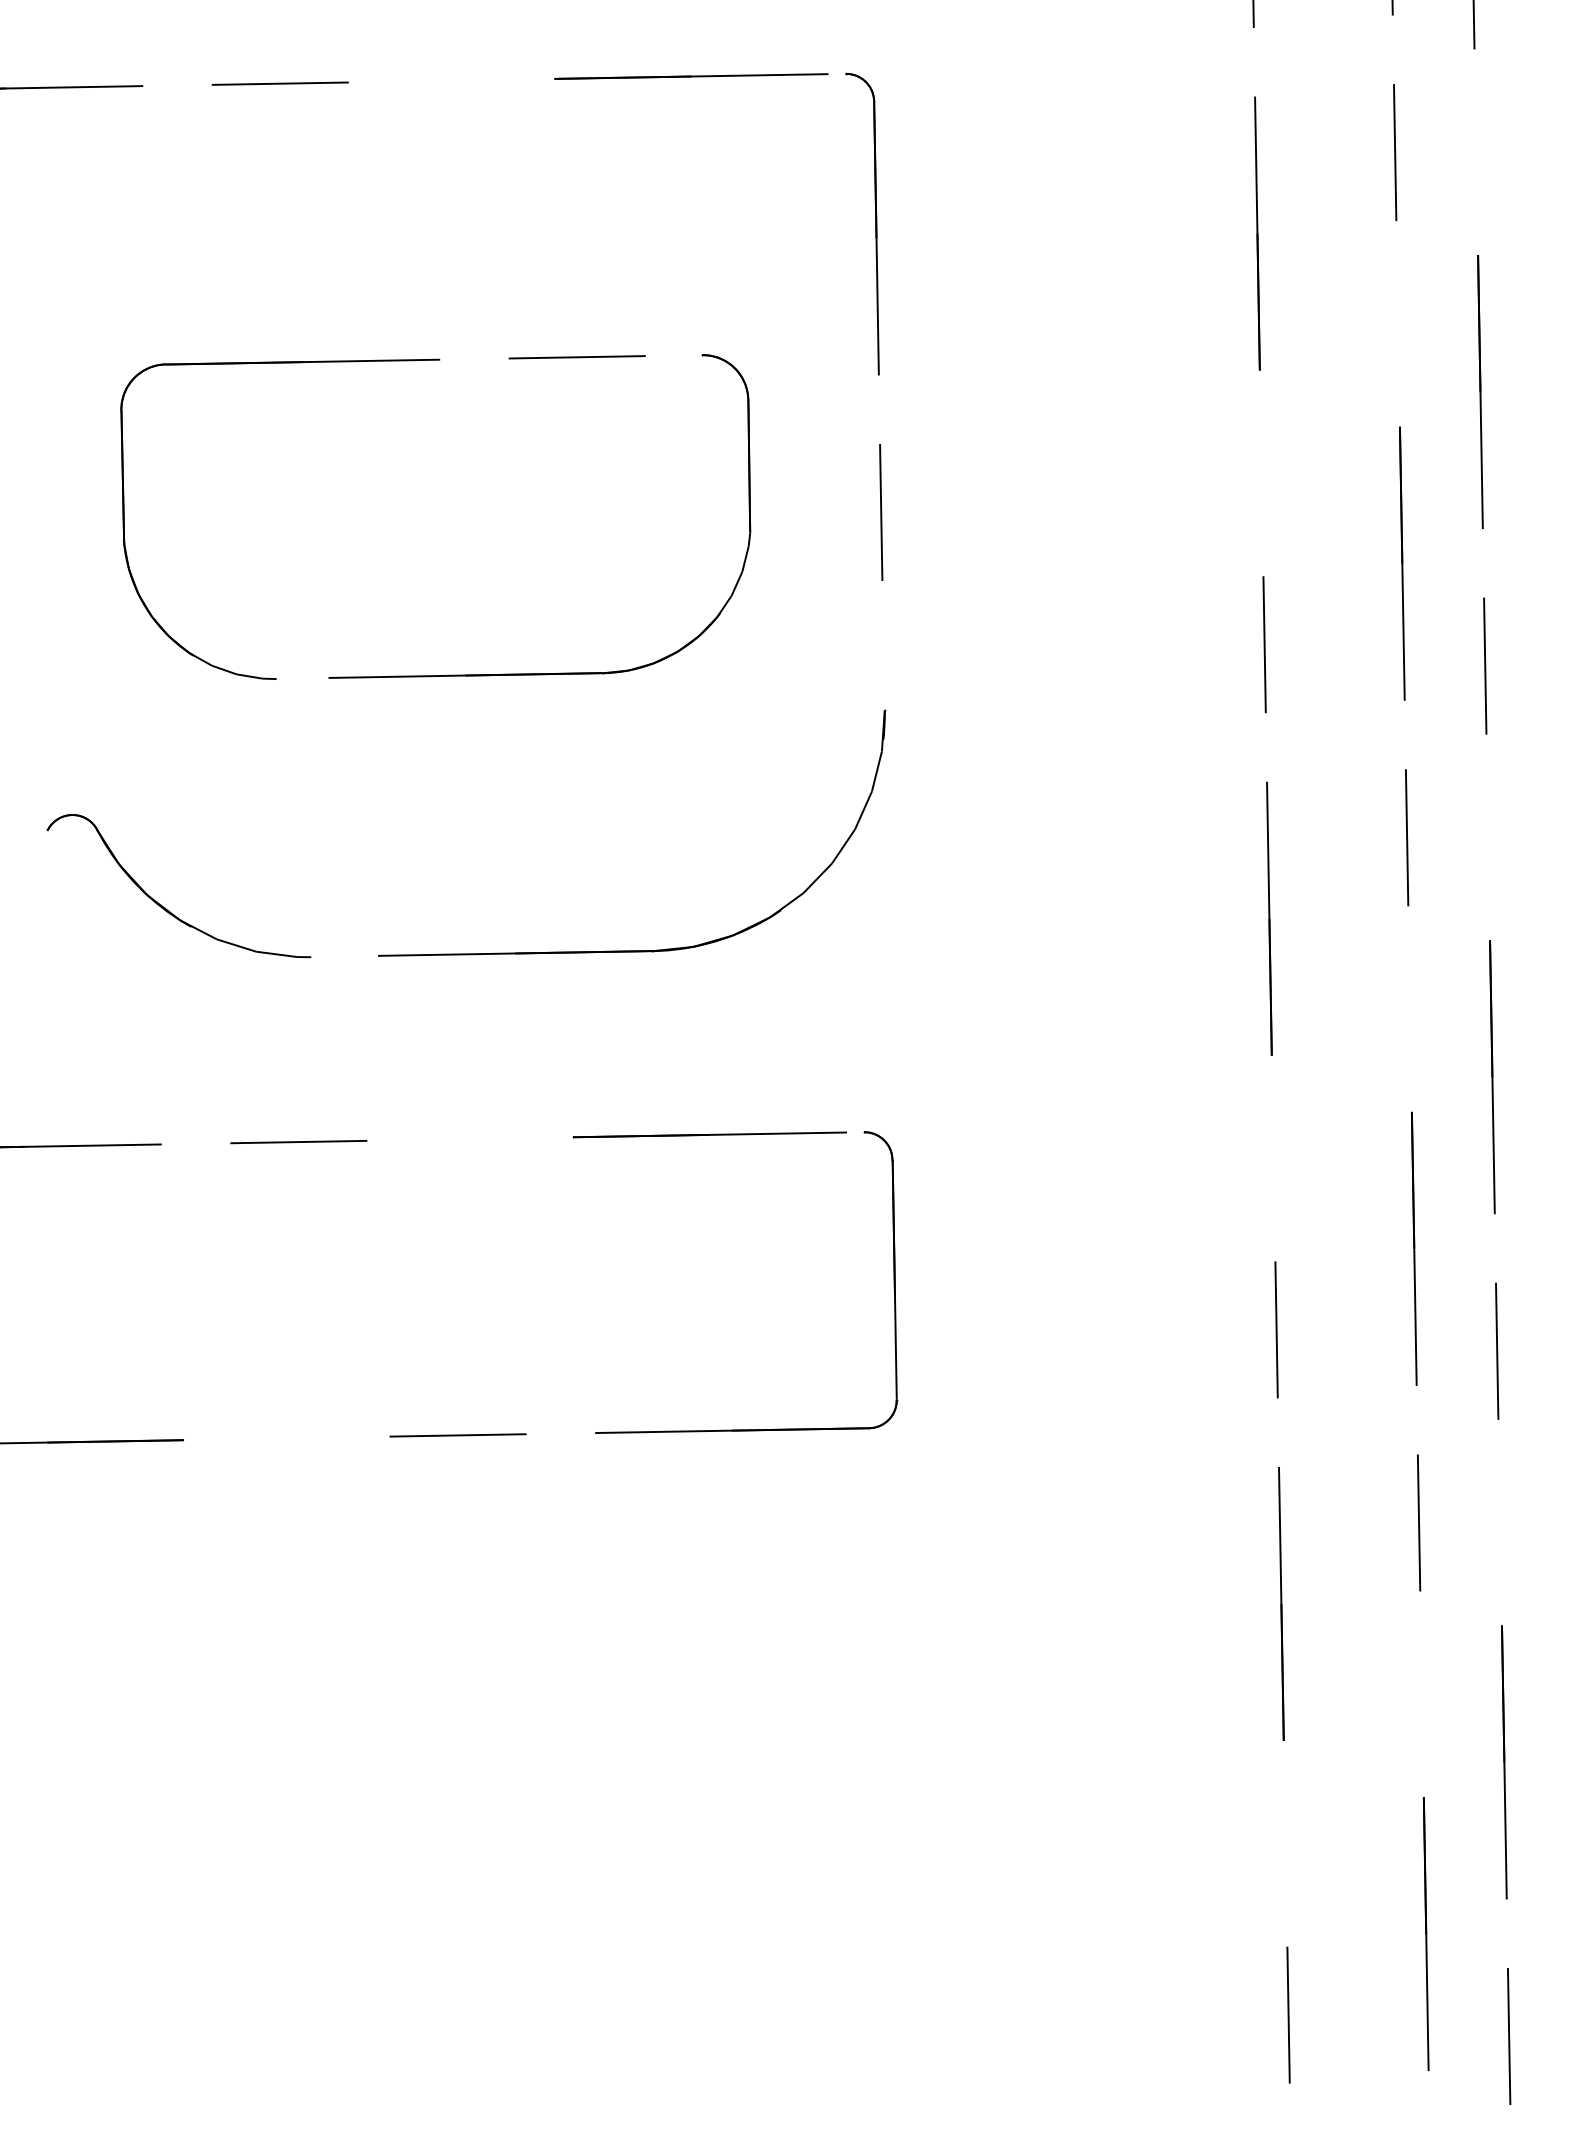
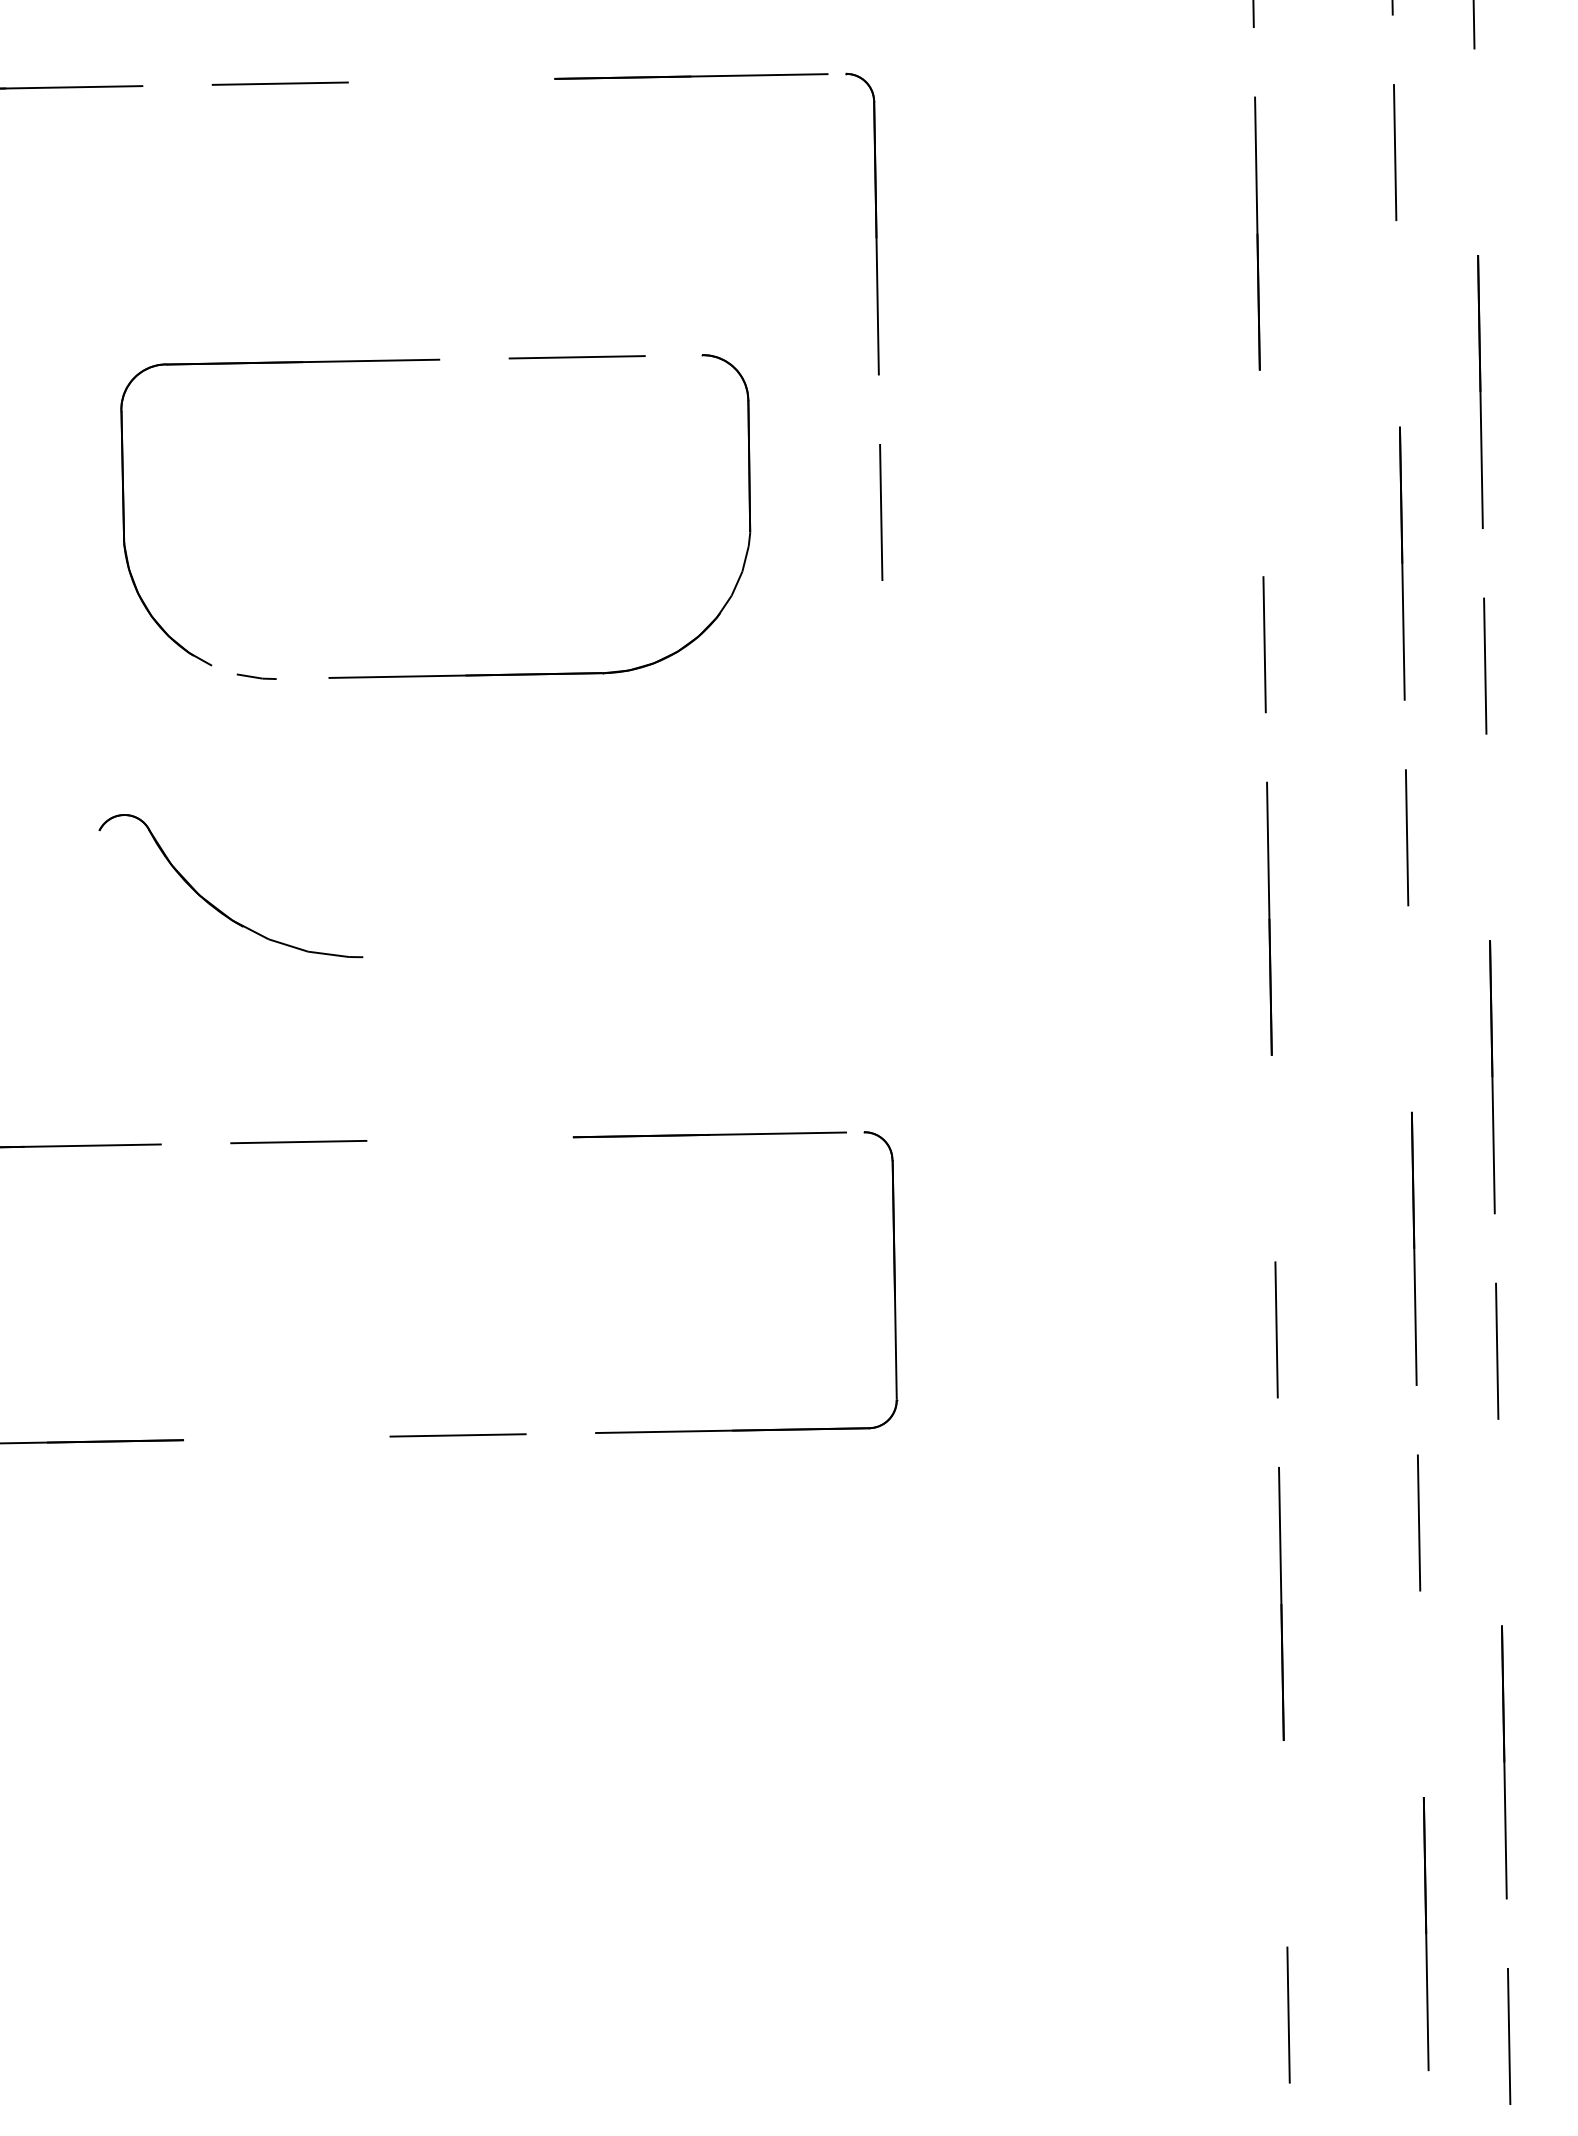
line at (224, 669): present -> none
part at (165, 907) position: (165, 907) -> (217, 907)
part at (632, 950): present -> none
